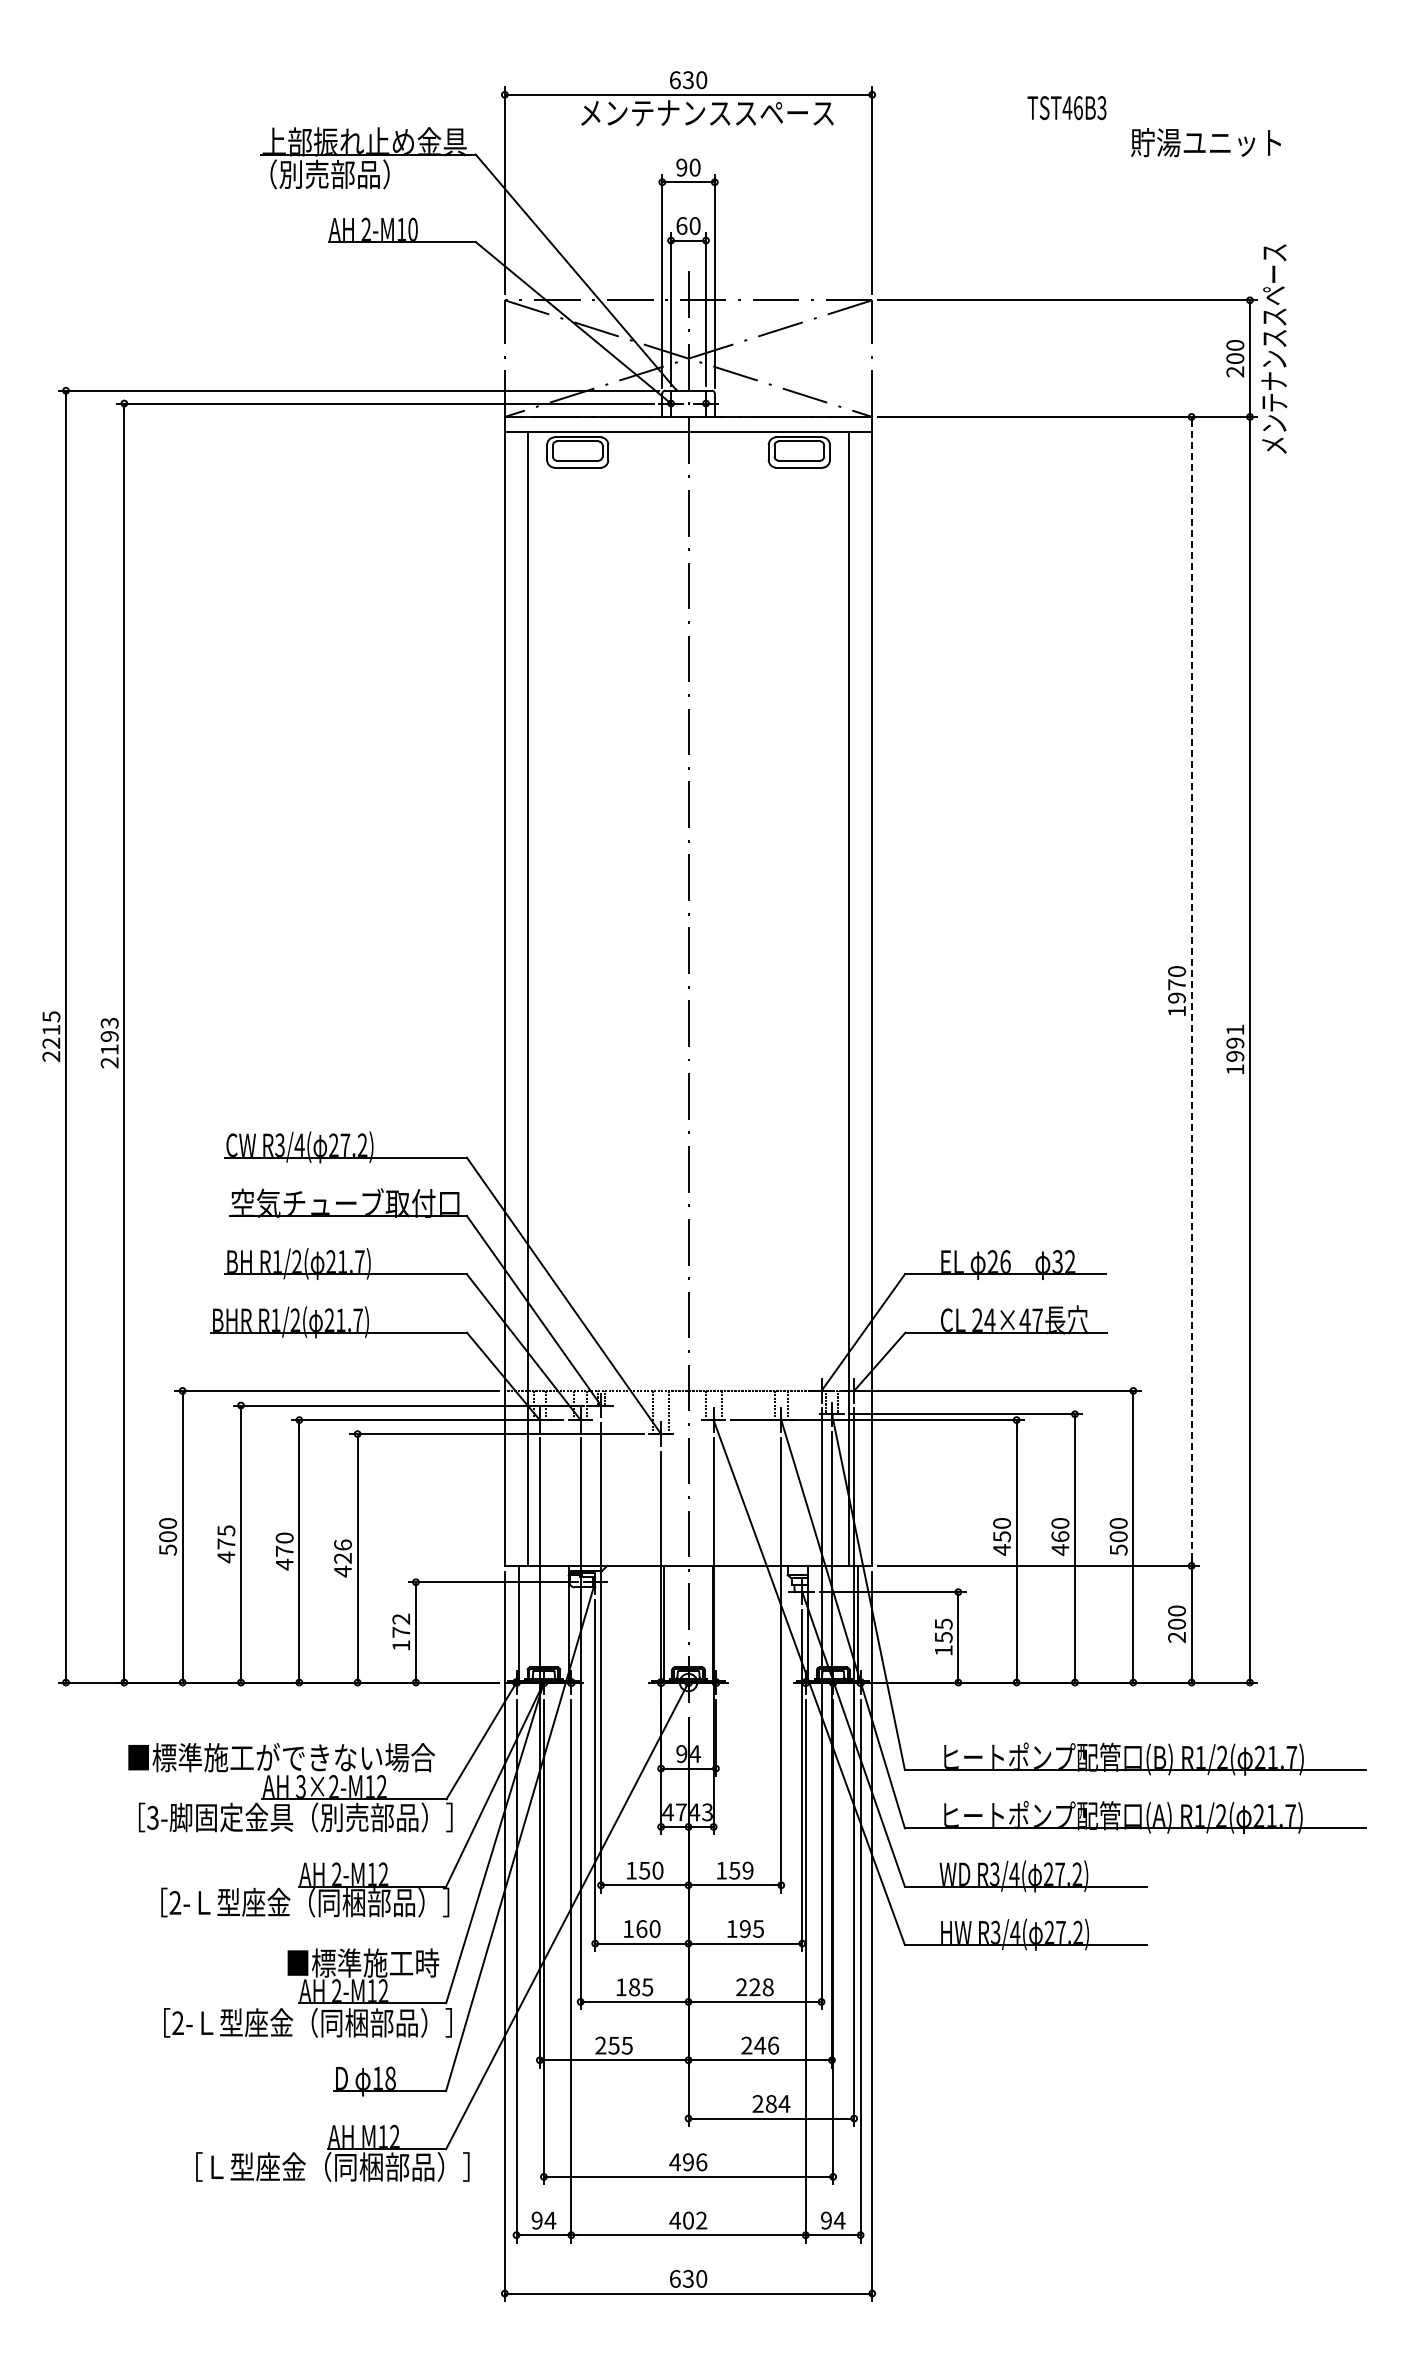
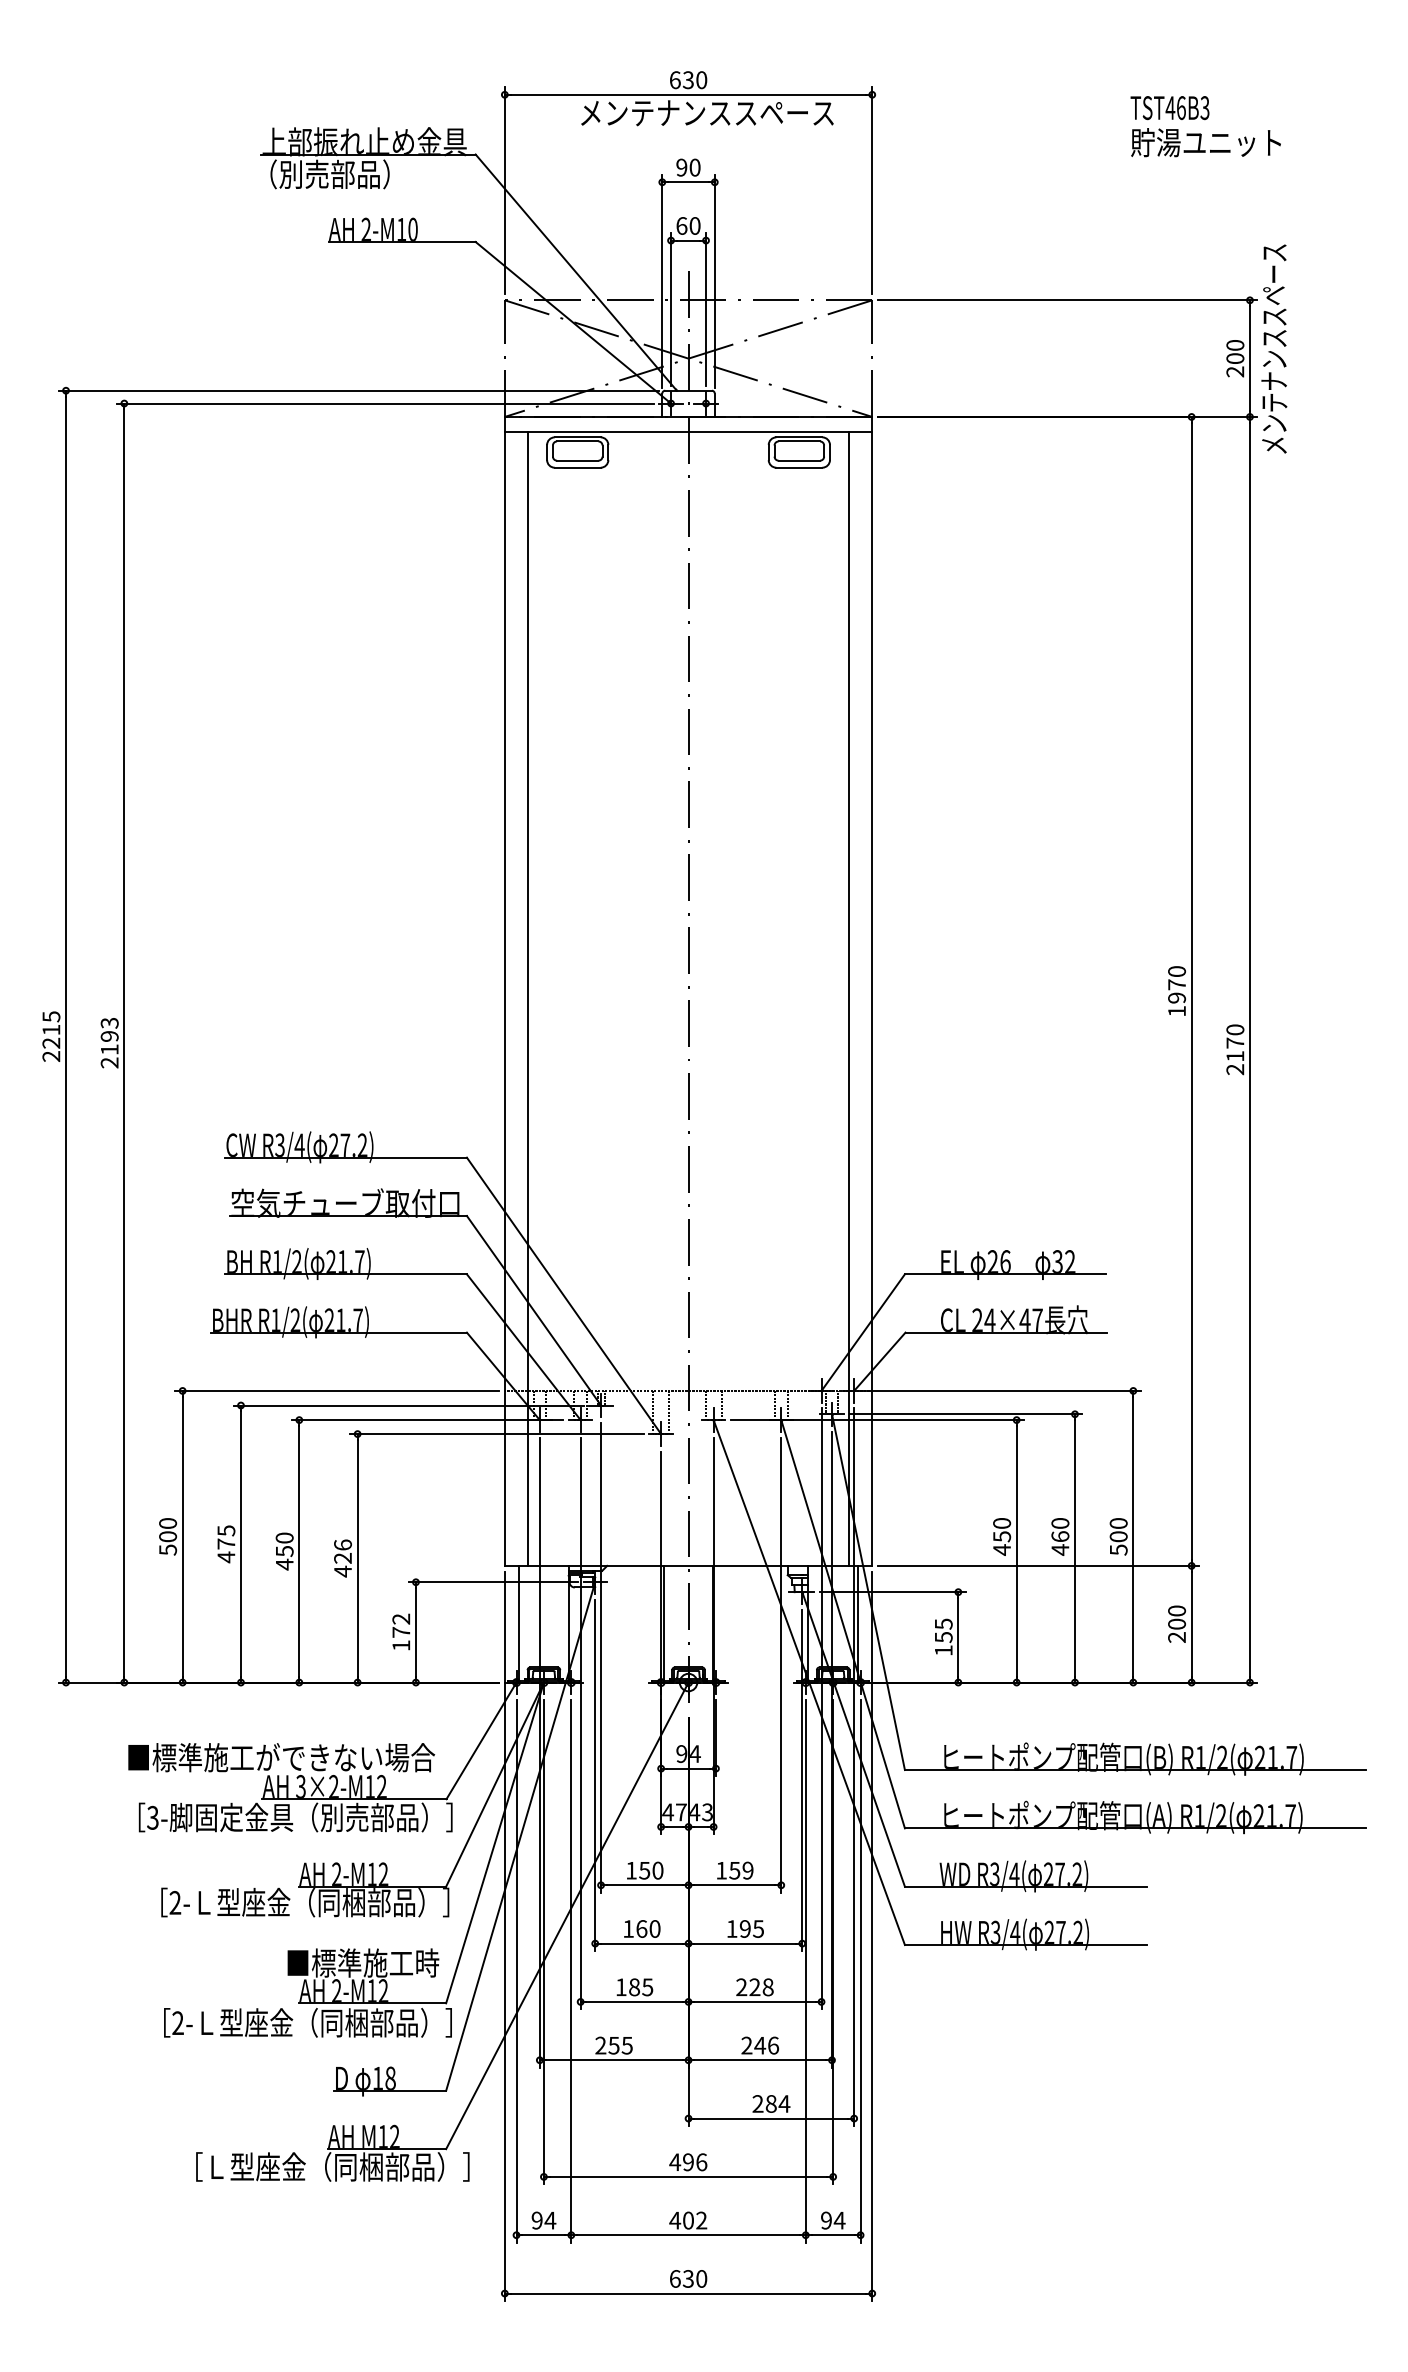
text at (1066, 108) position: (1066, 108) -> (1169, 108)
line at (1191, 991): dashed -> solid
text at (1235, 1049): 1991 -> 2170
text at (284, 1551): 470 -> 450
